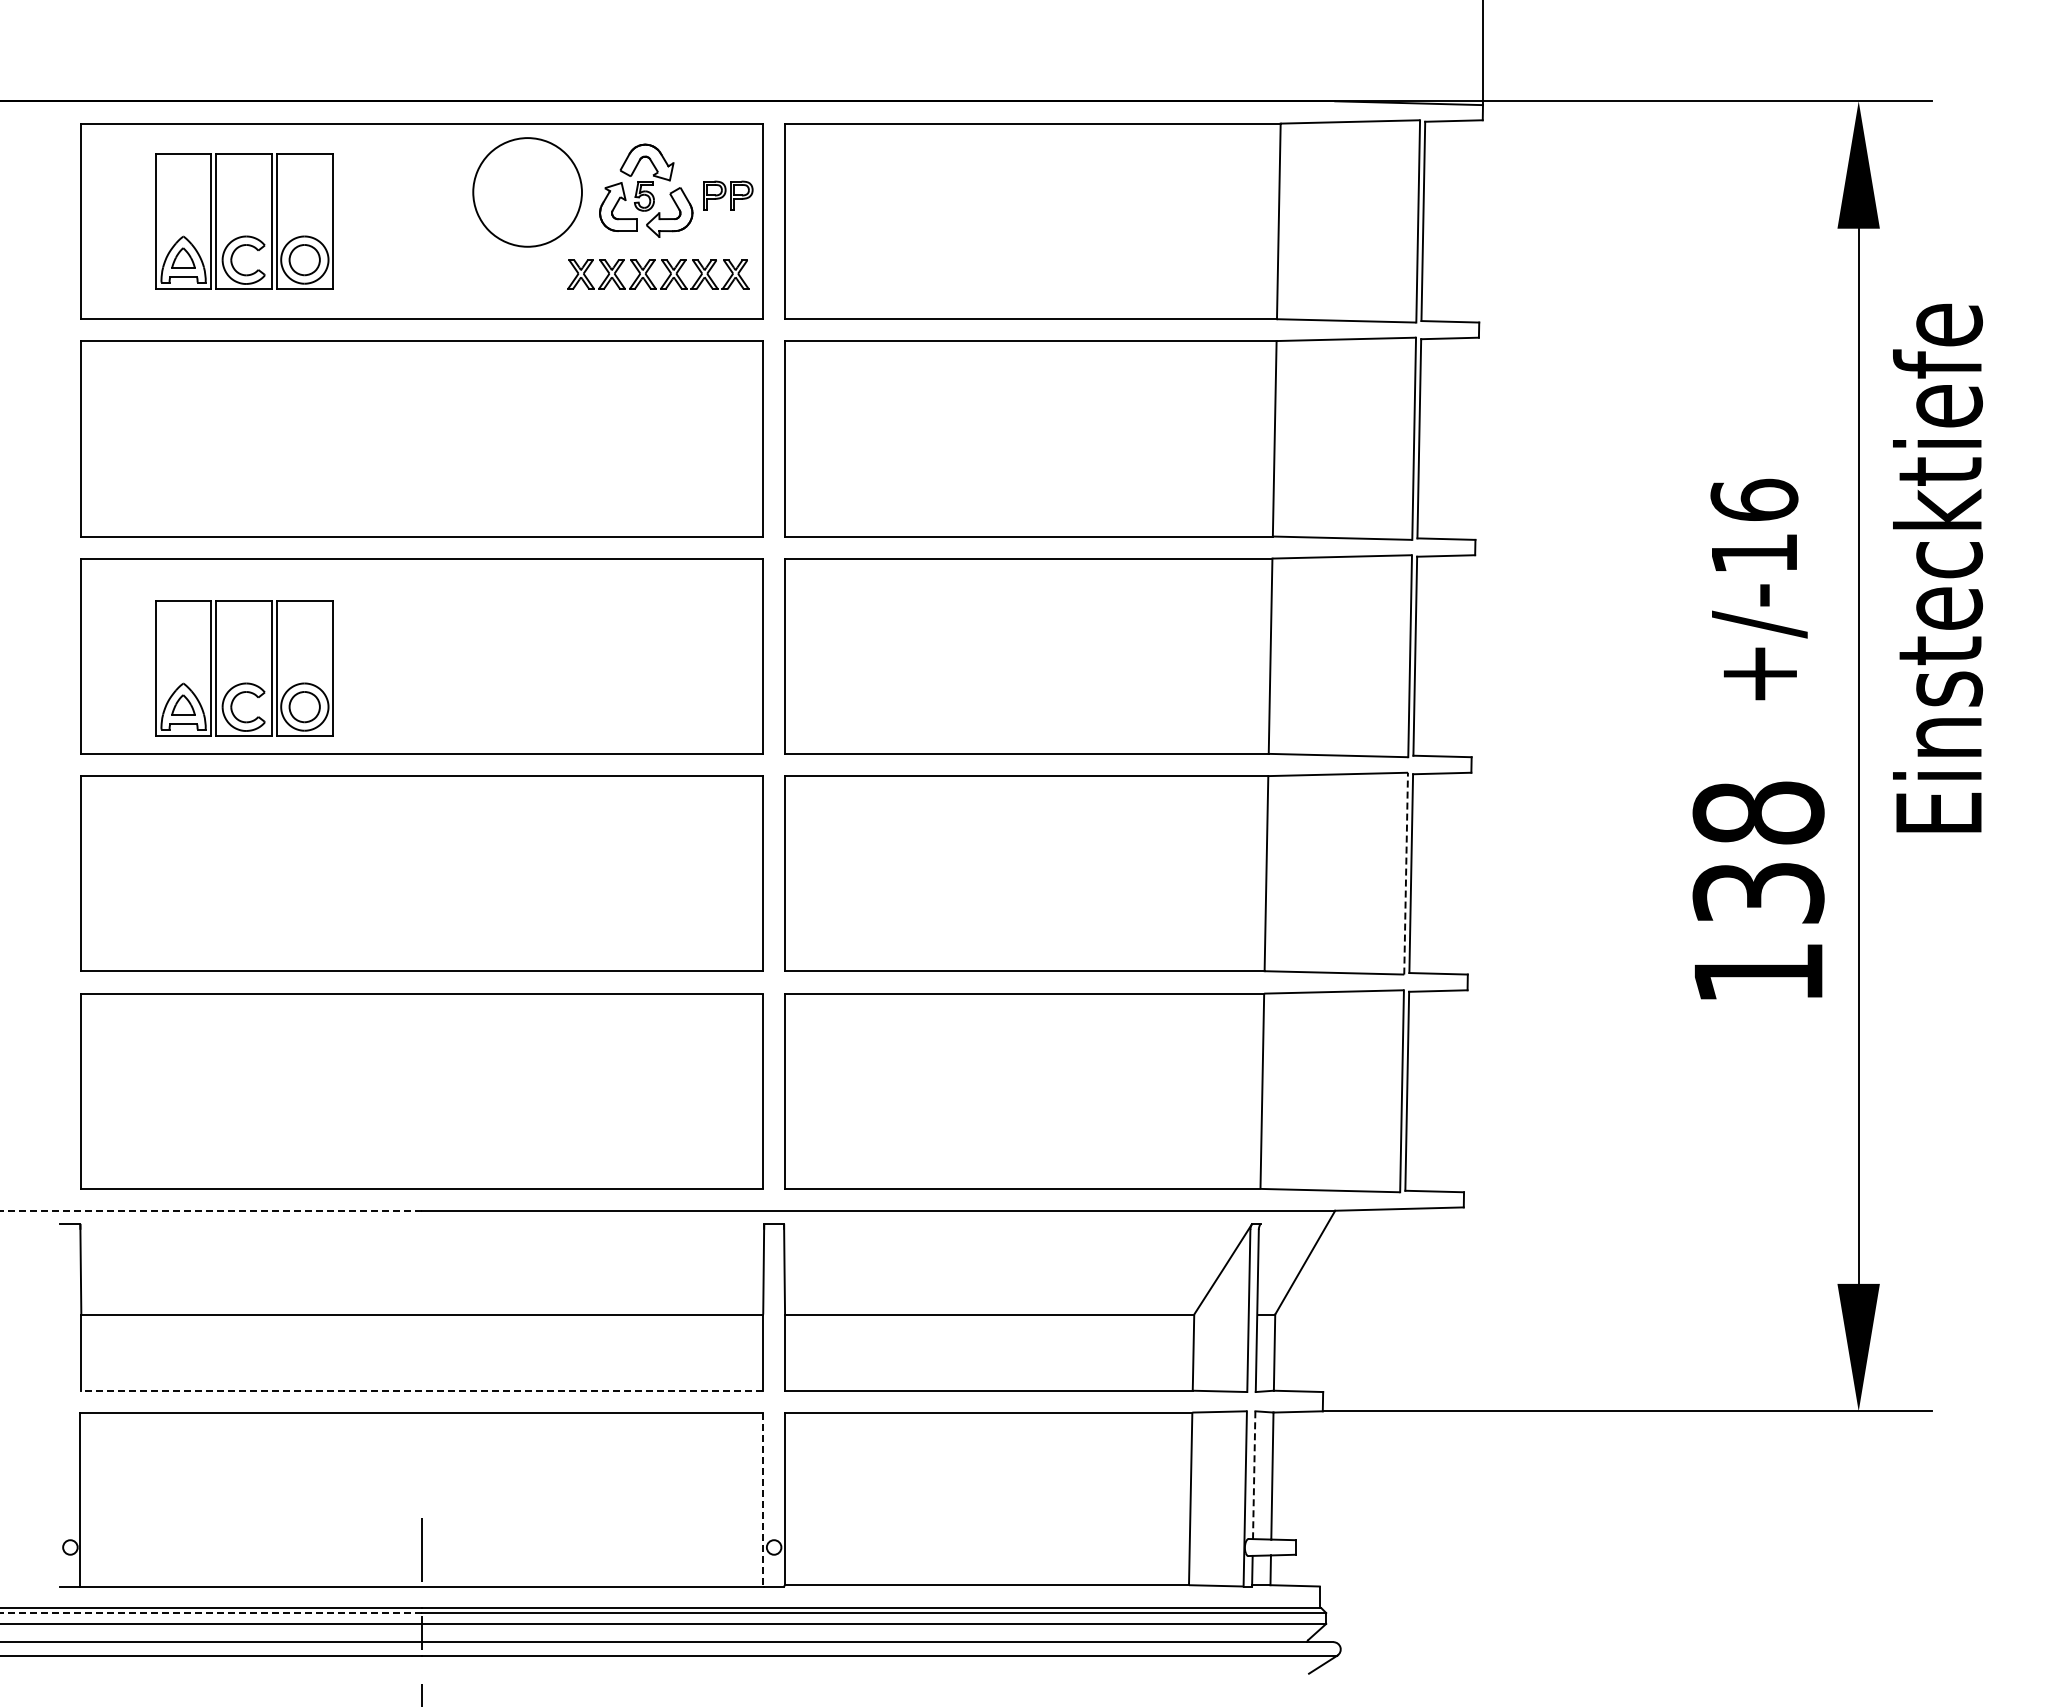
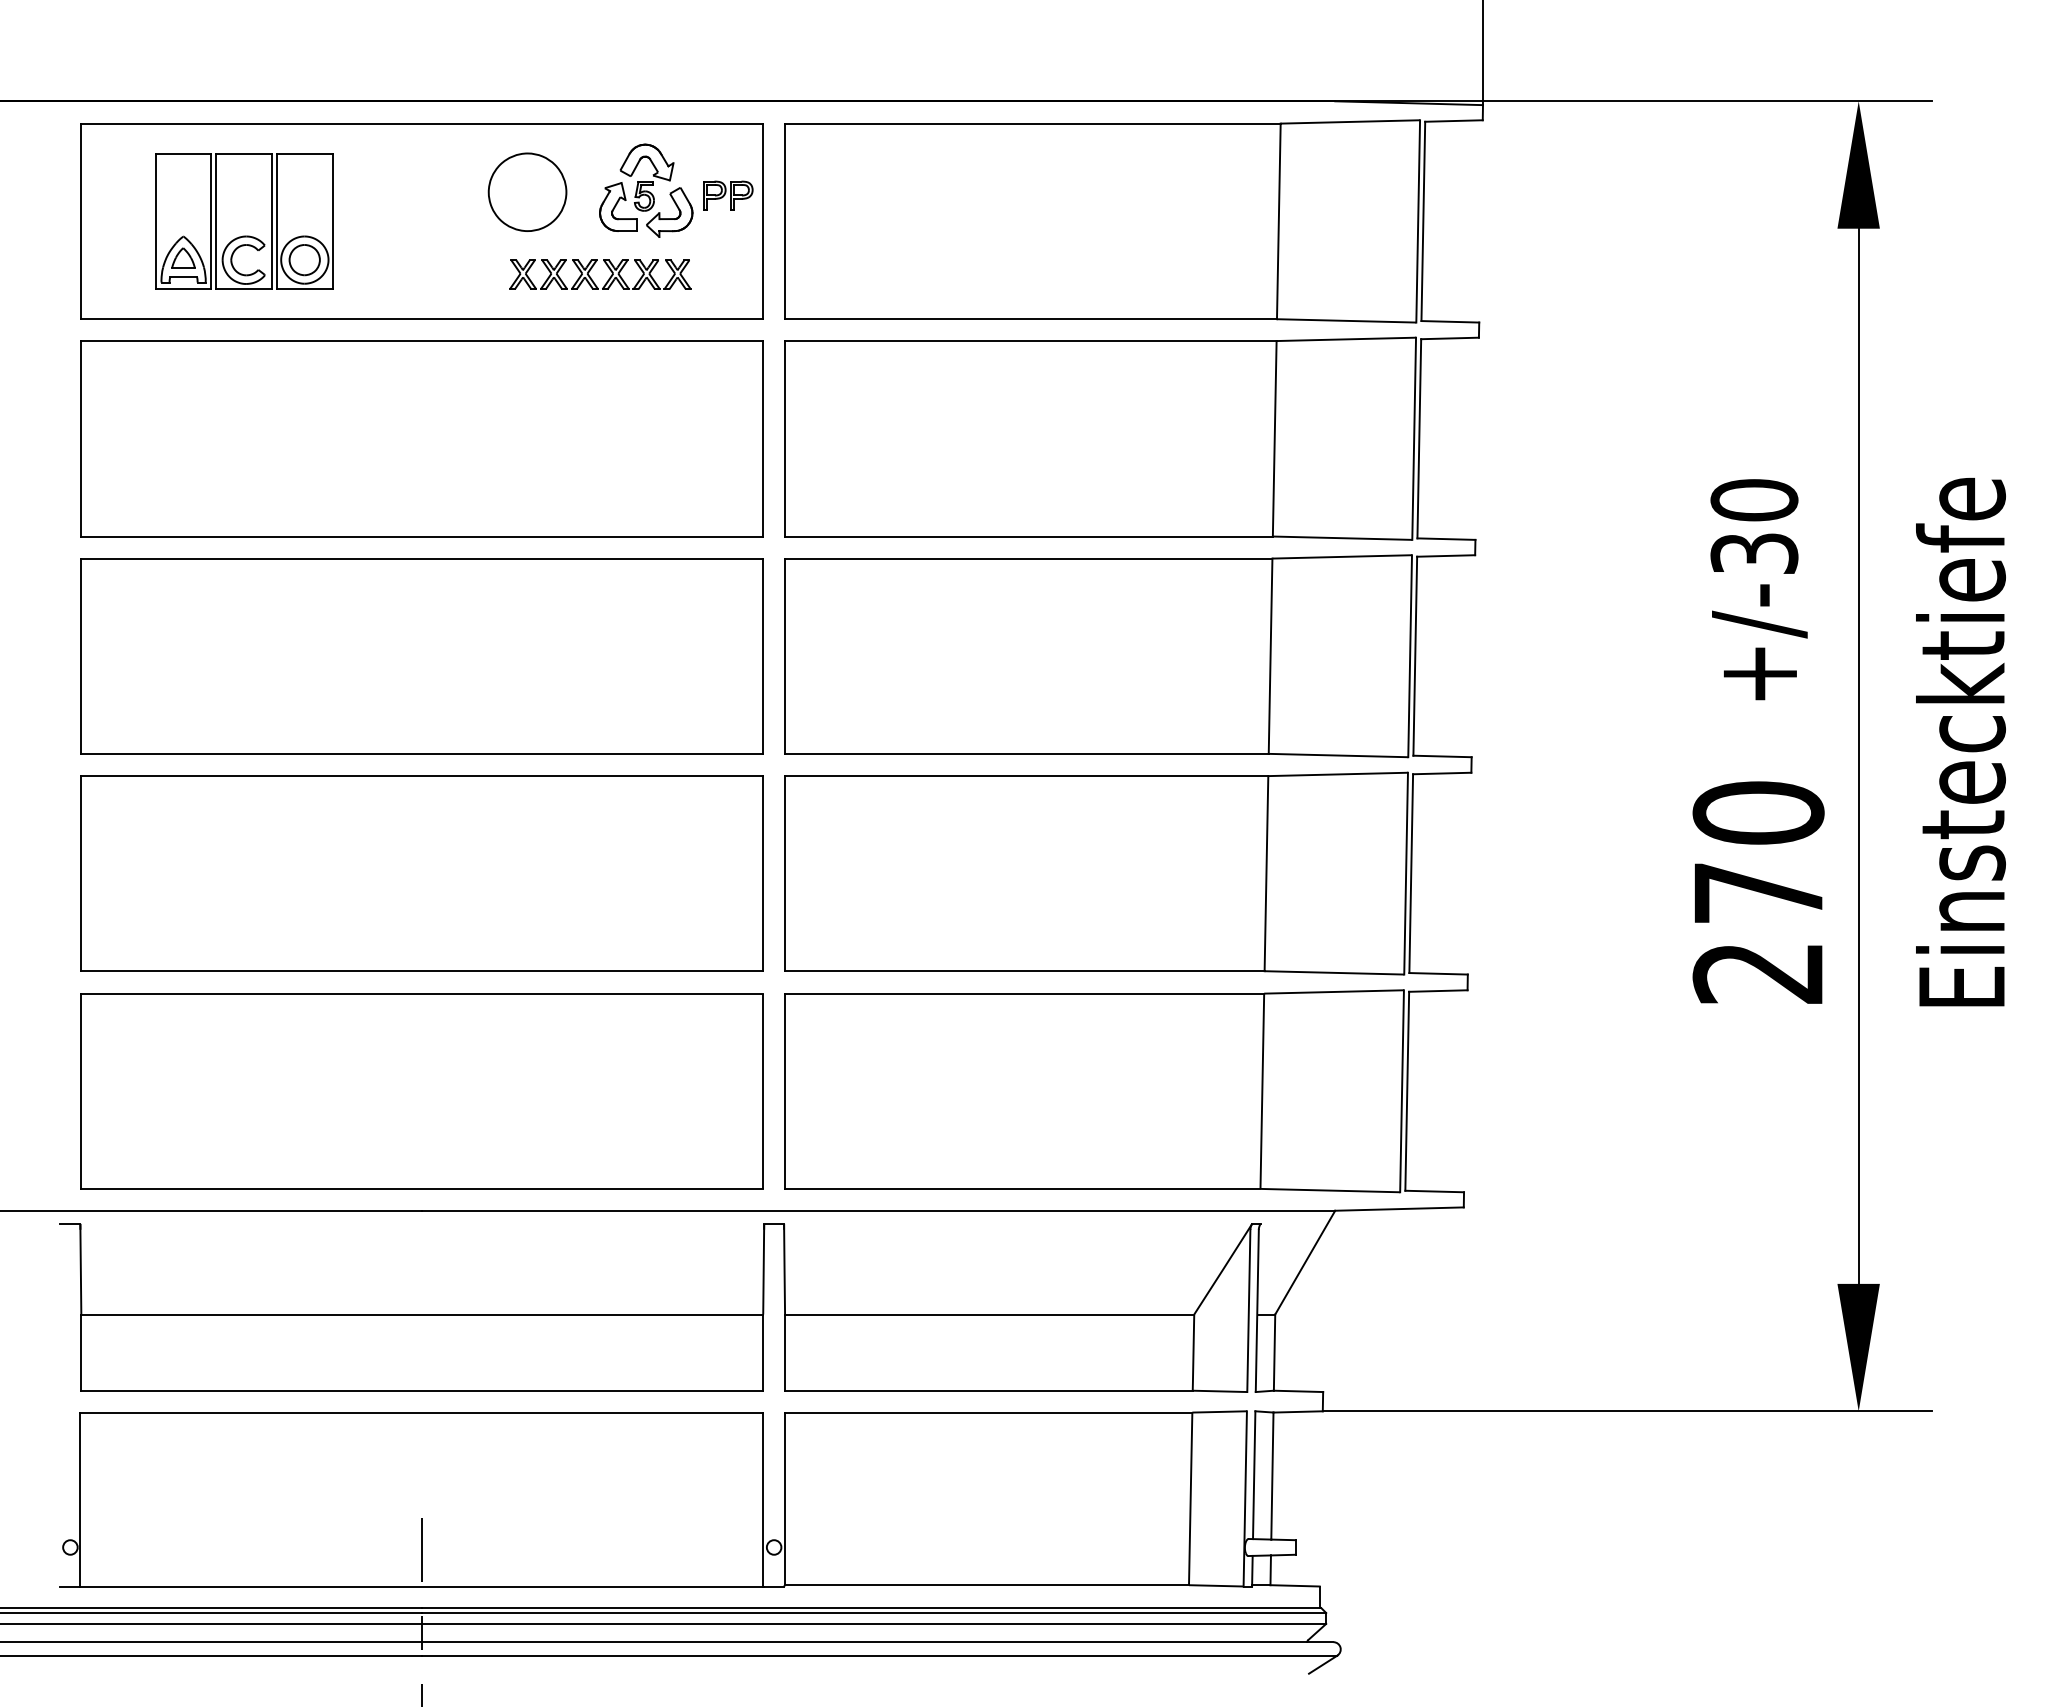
part at (527, 192) size: 111x111 px -> 81x80 px
part at (666, 278) position: (666, 278) -> (608, 278)
text at (1754, 525): +/-16 -> +/-30
text at (1937, 568) position: (1937, 568) -> (1960, 742)
part at (244, 668): present -> none
line at (1406, 873): dashed -> solid
text at (1758, 892): 138 -> 270
line at (211, 1210): dashed -> solid
line at (422, 1390): dashed -> solid
line at (1254, 1475): dashed -> solid
line at (763, 1499): dashed -> solid
line at (211, 1613): dashed -> solid
